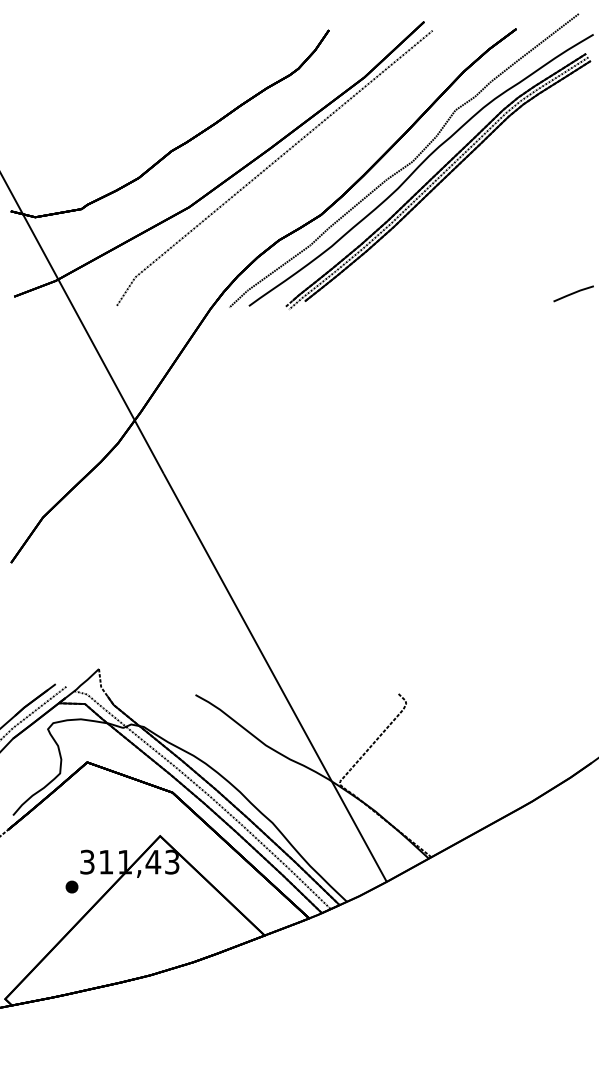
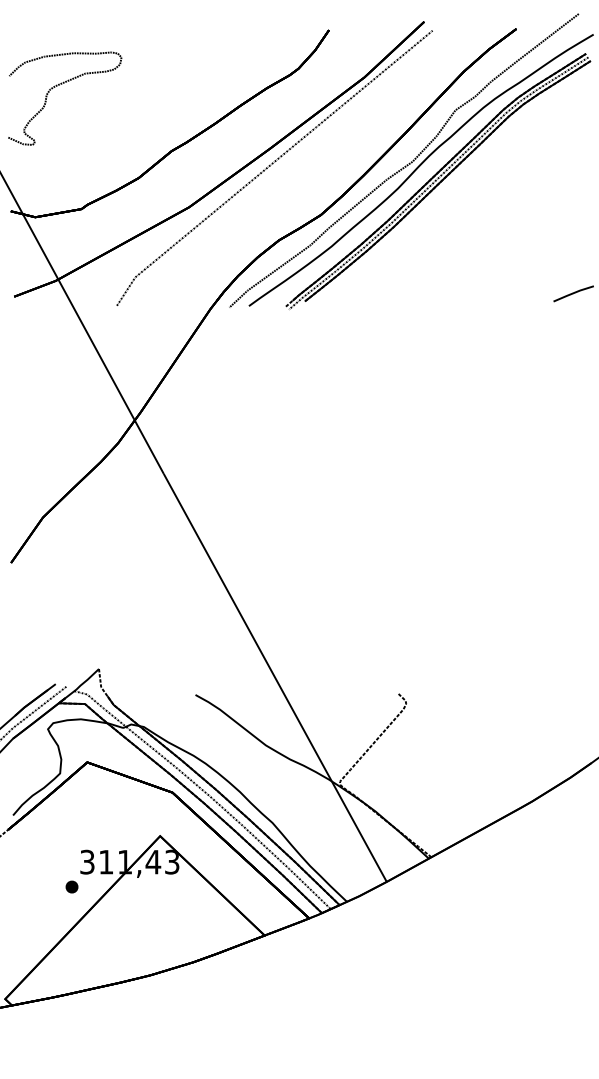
curve at (62, 84): none -> present
